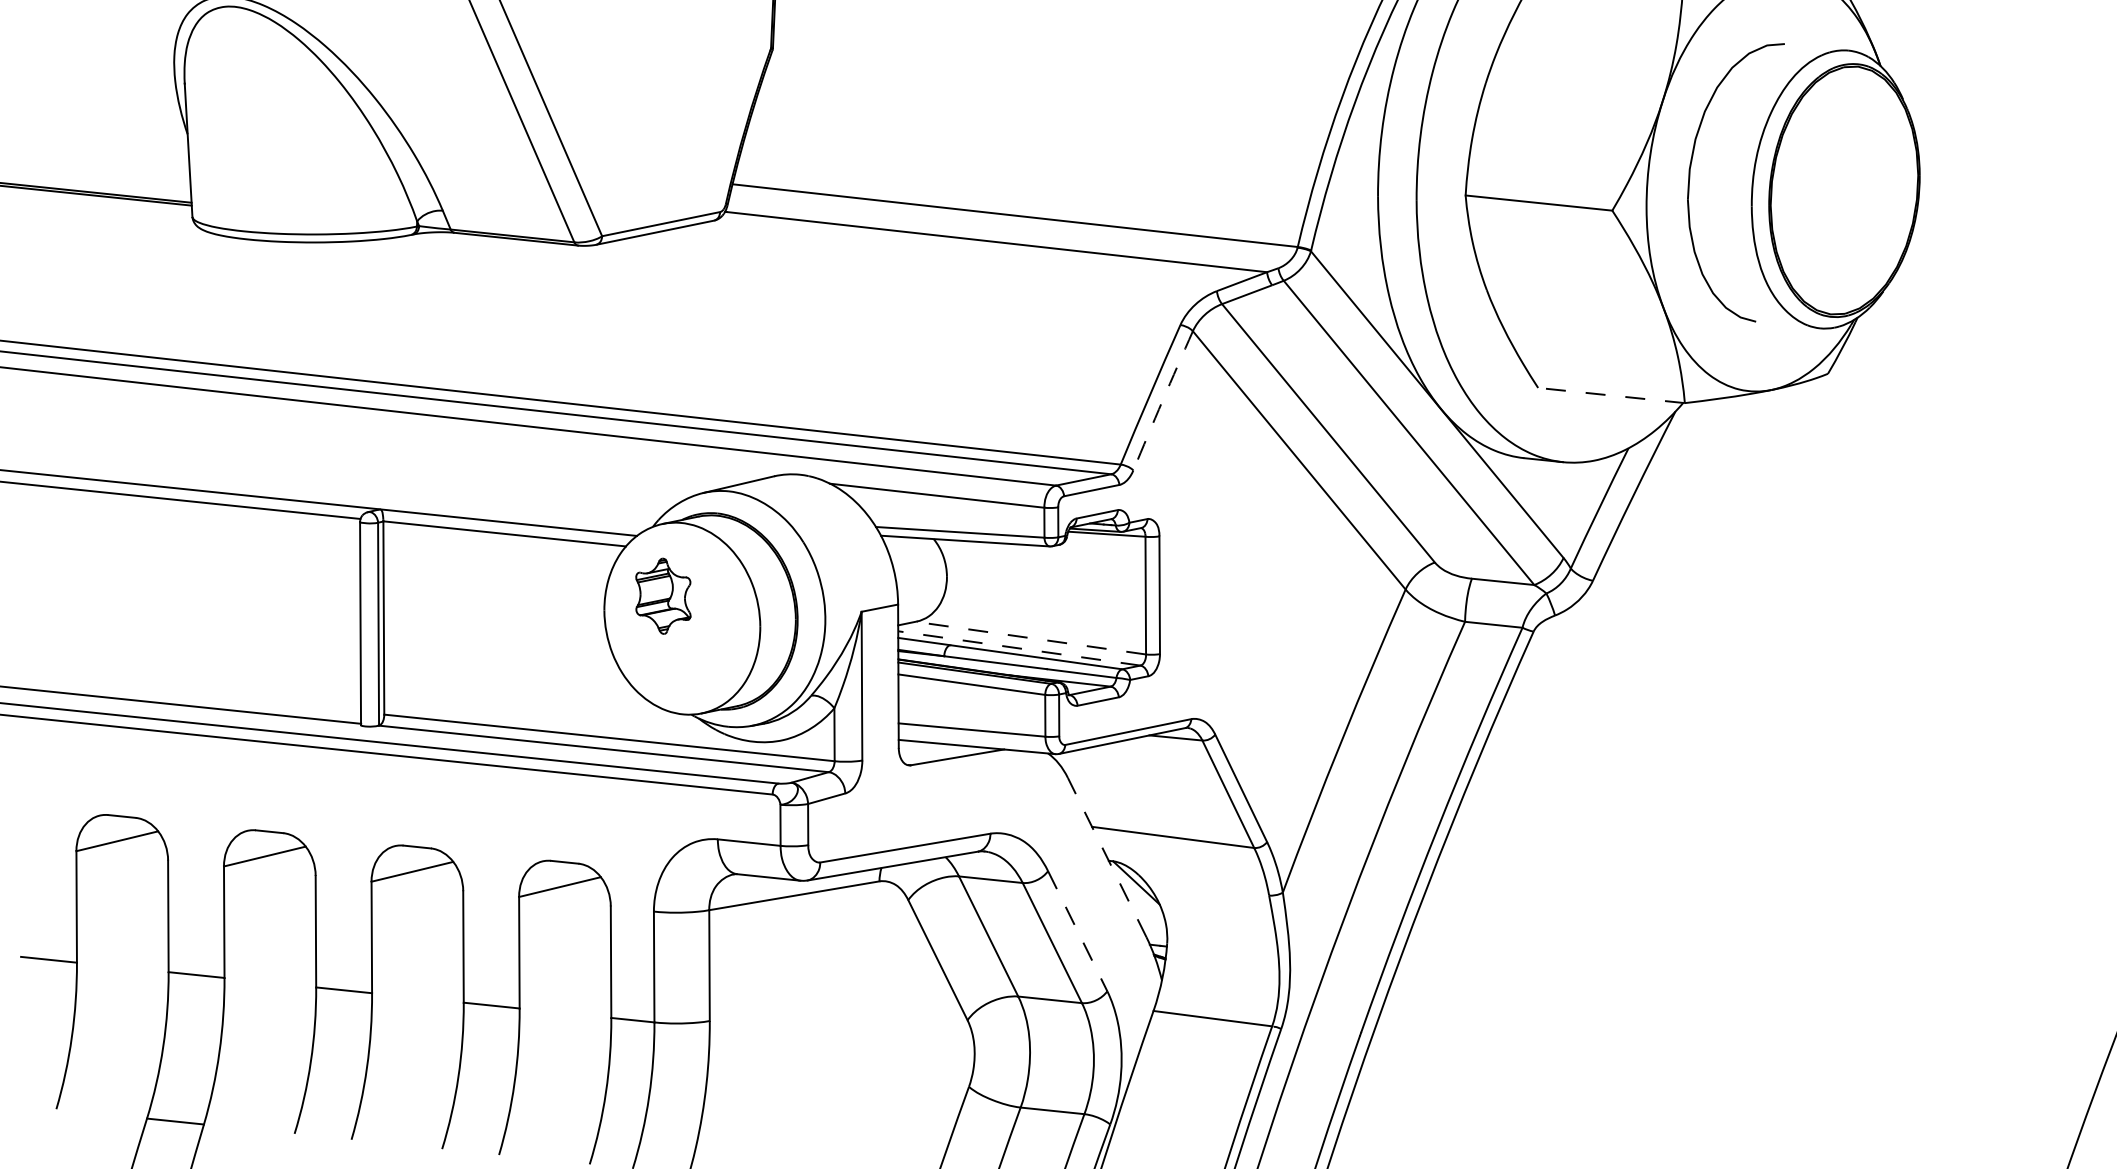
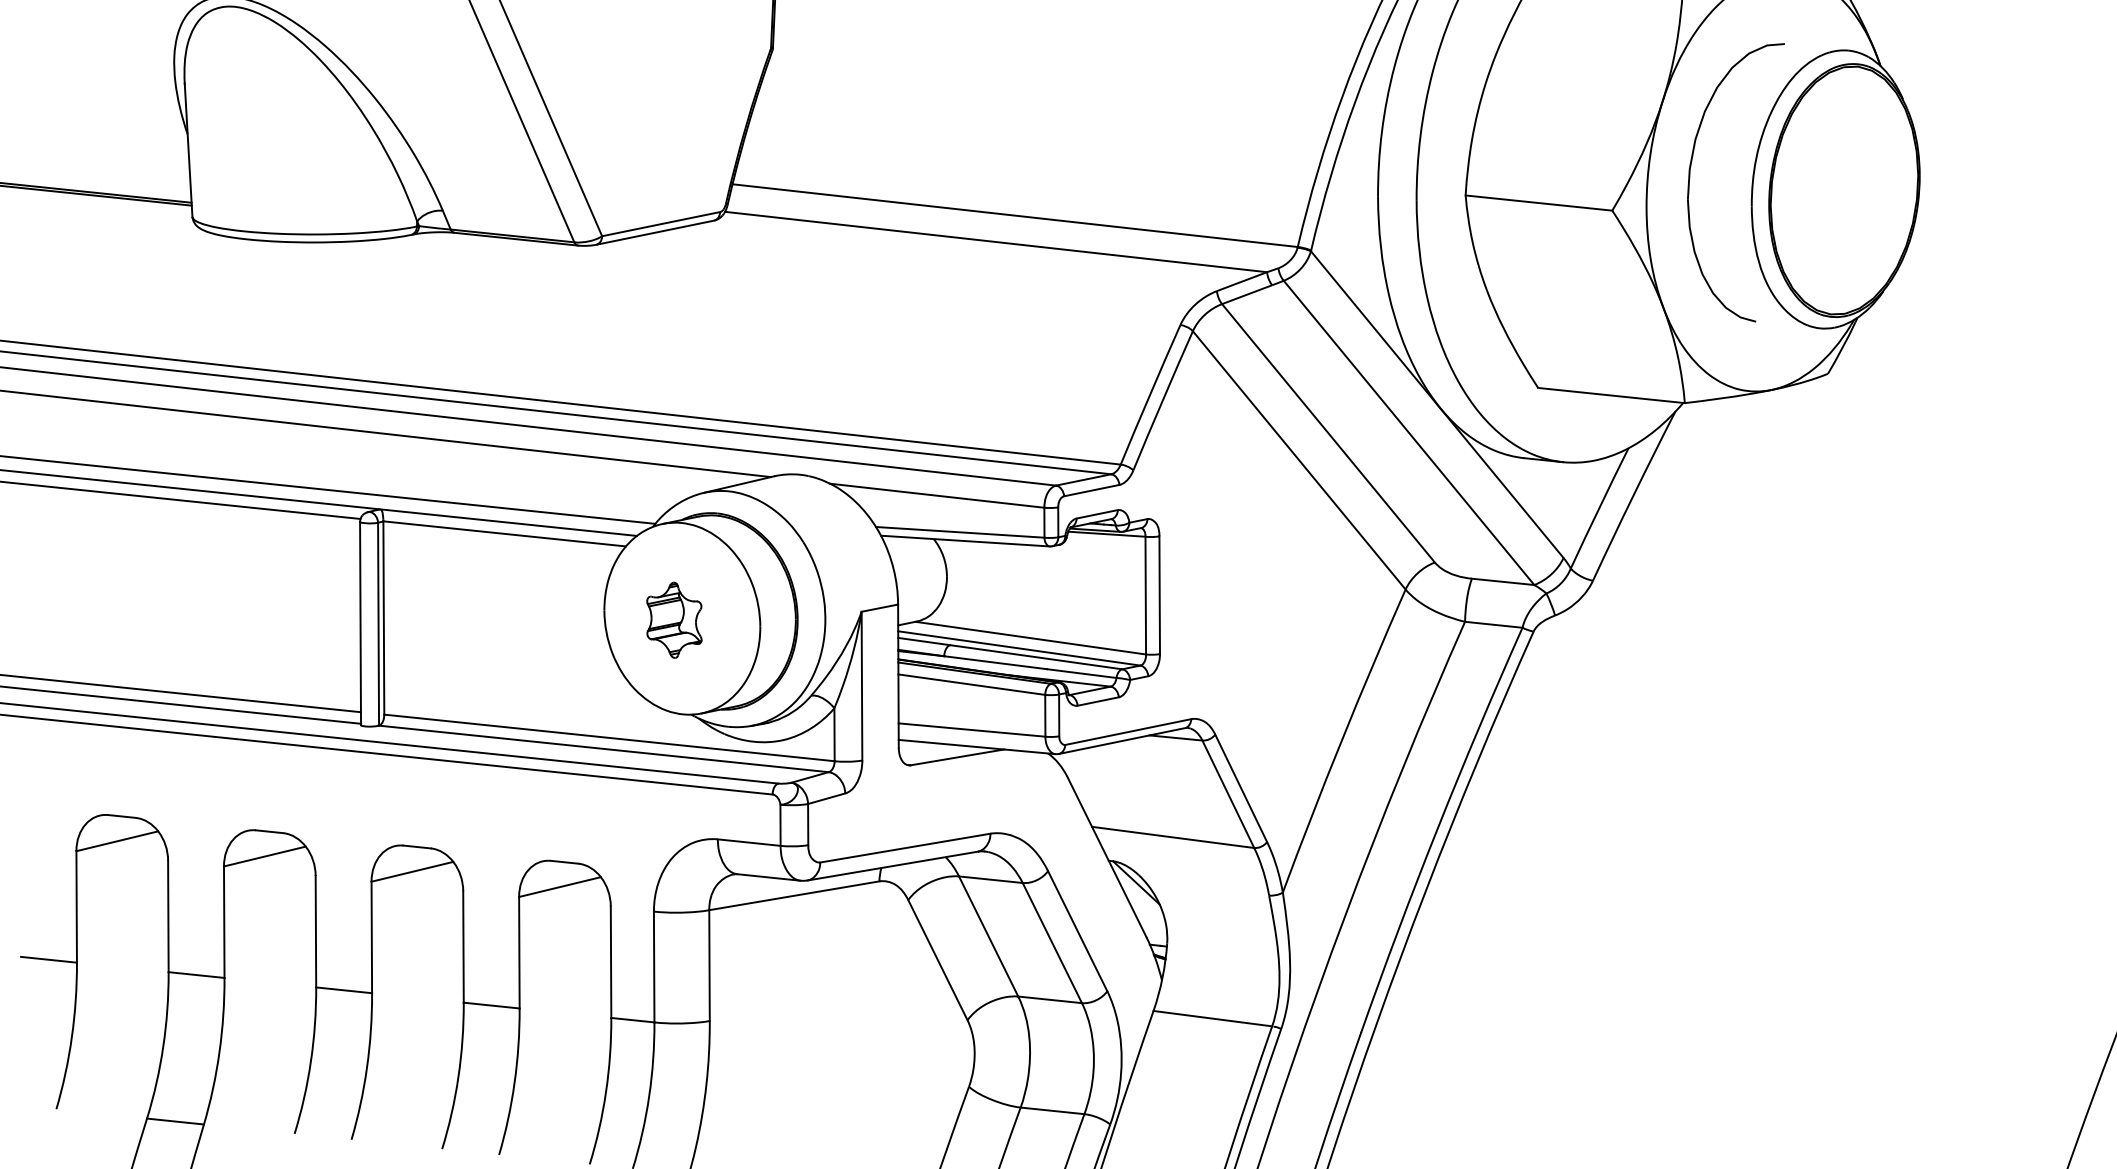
line at (1611, 395): dashed -> solid
arc at (1162, 400): dashed -> solid
line at (386, 433): none -> present
line at (328, 489): none -> present
part at (663, 595) position: (663, 595) -> (674, 619)
line at (1030, 638): dashed -> solid
line at (1018, 648): dashed -> solid
line at (181, 693): none -> present
line at (1107, 857): dashed -> solid
line at (1077, 931): dashed -> solid
